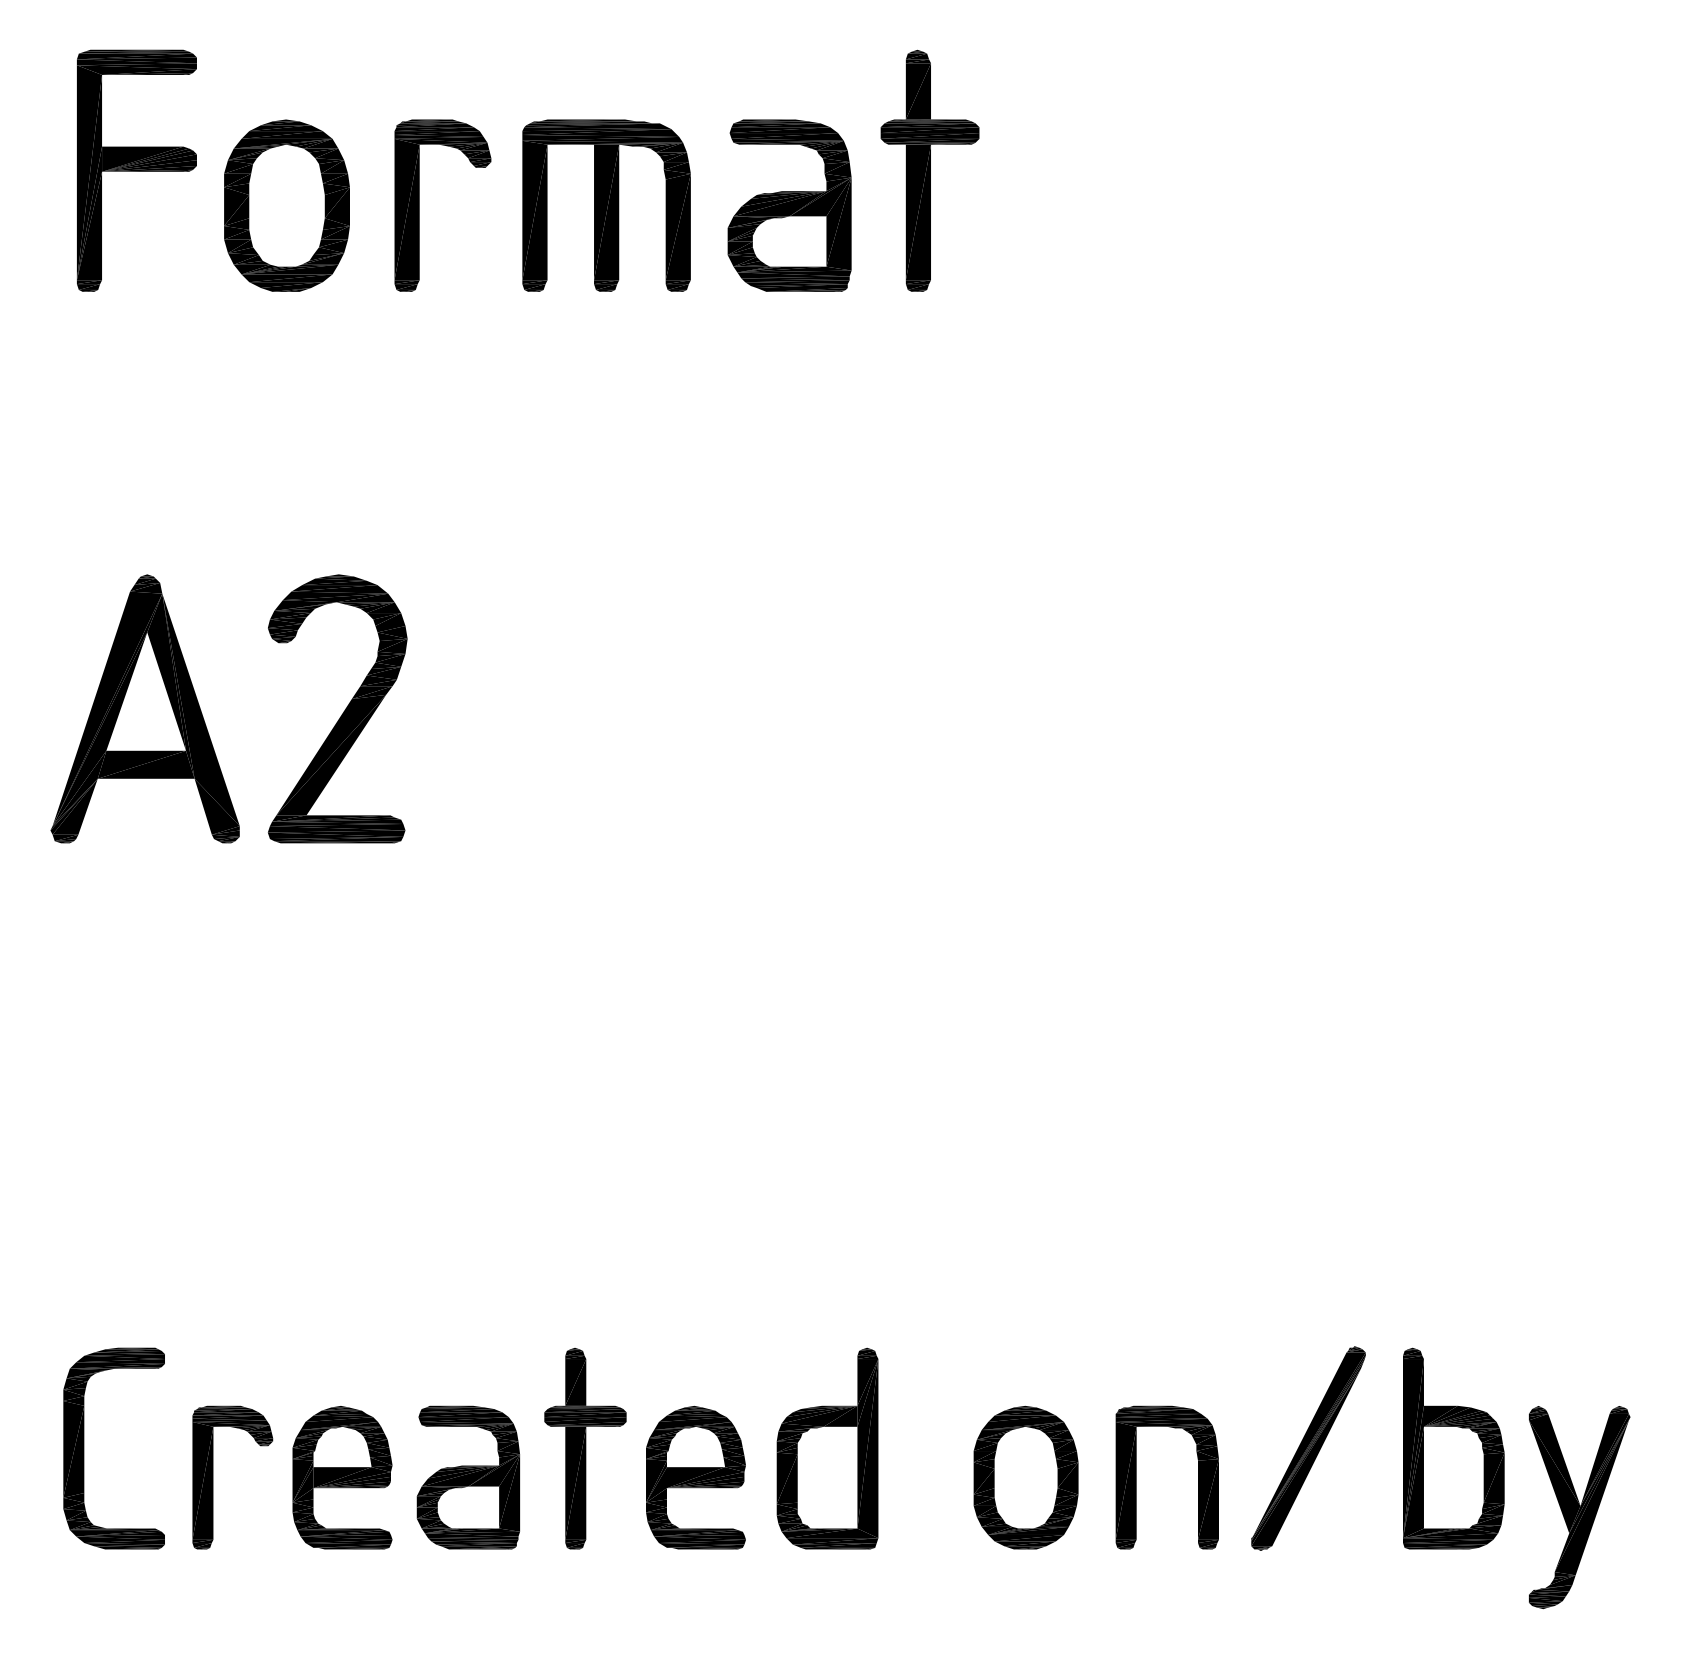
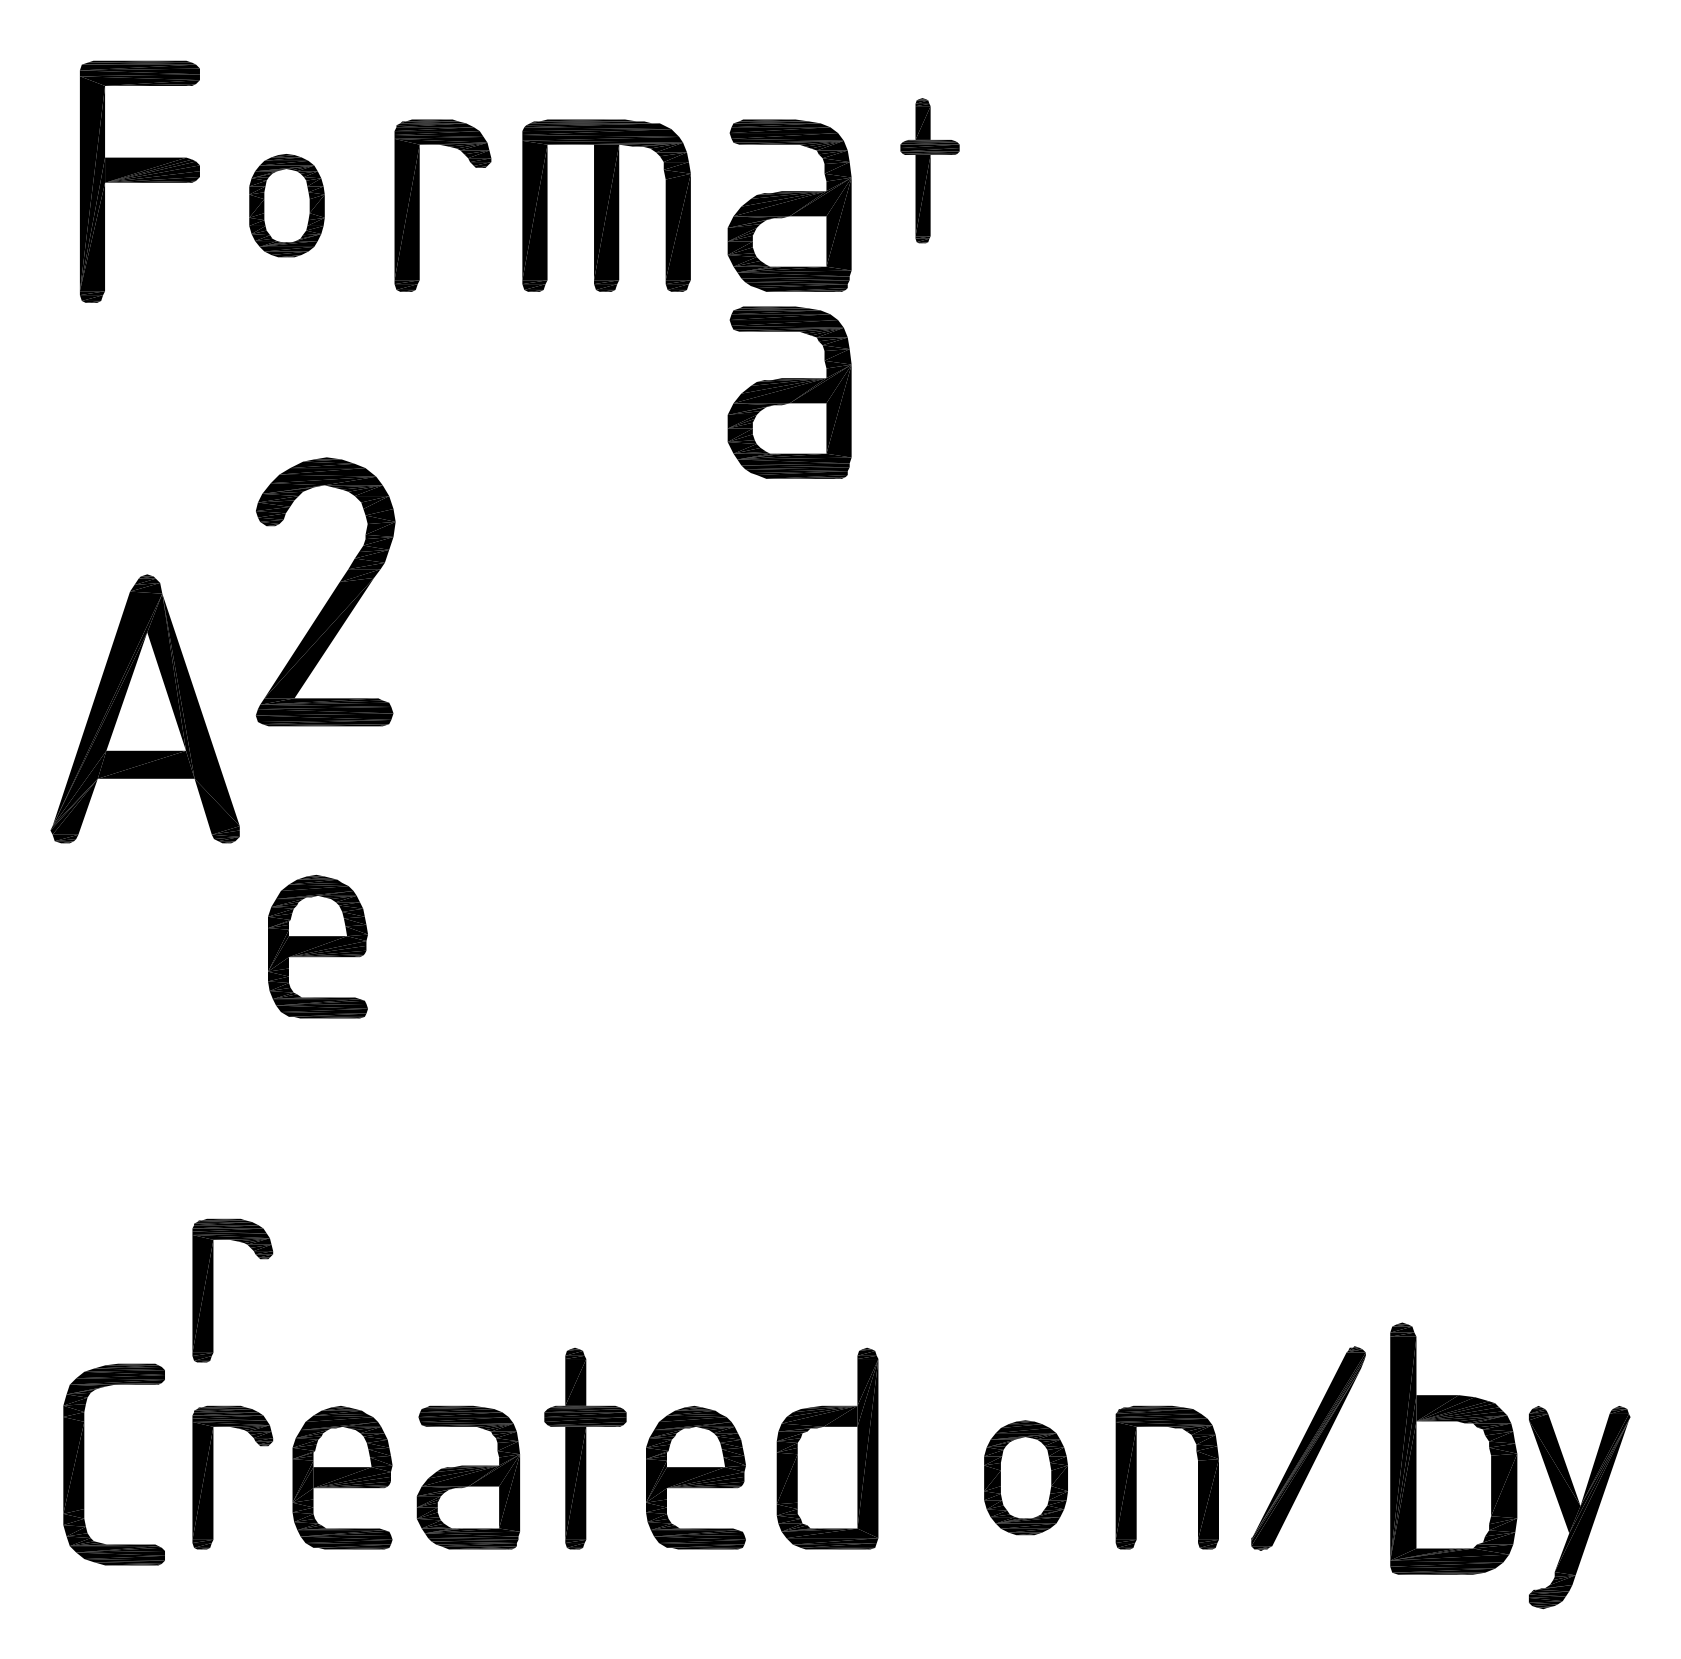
part at (136, 170) position: (136, 170) -> (139, 181)
part at (929, 170) size: 100x243 px -> 60x146 px
part at (286, 205) size: 126x173 px -> 76x104 px
part at (789, 392): none -> present
part at (343, 711) position: (343, 711) -> (331, 594)
part at (317, 946): none -> present
part at (213, 1290): none -> present
part at (84, 1448) position: (84, 1448) -> (84, 1464)
part at (1453, 1448) size: 102x203 px -> 128x253 px
part at (1025, 1477) size: 106x144 px -> 84x116 px
